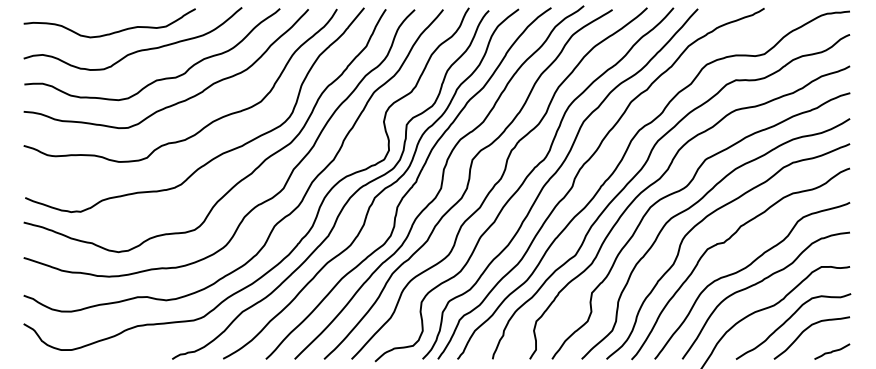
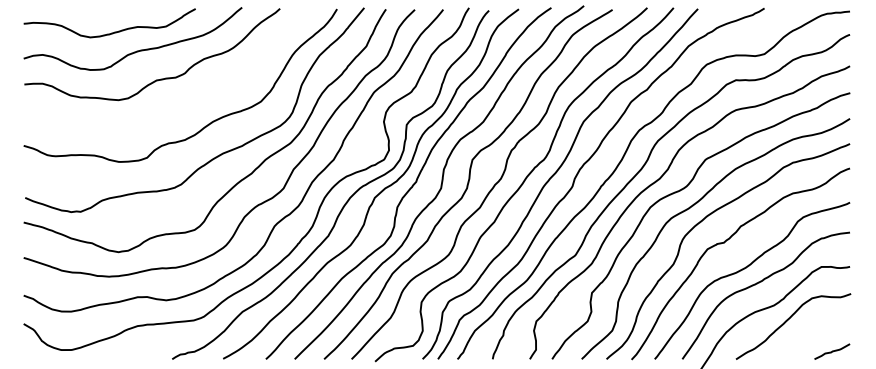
curve at (178, 101): present -> none
curve at (806, 330): present -> none
